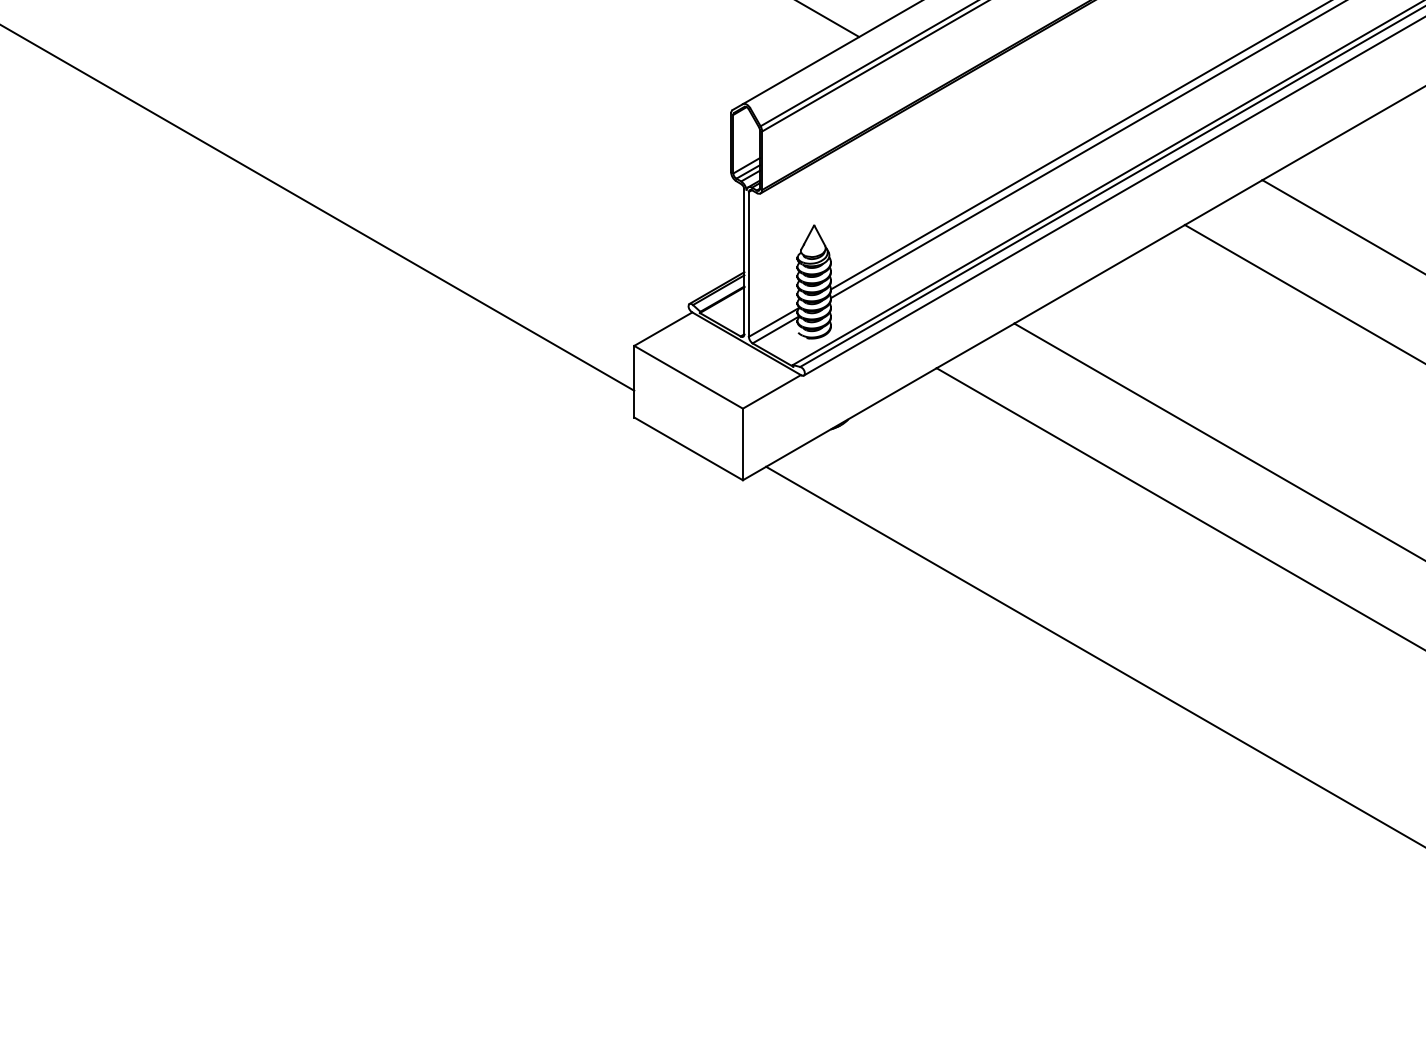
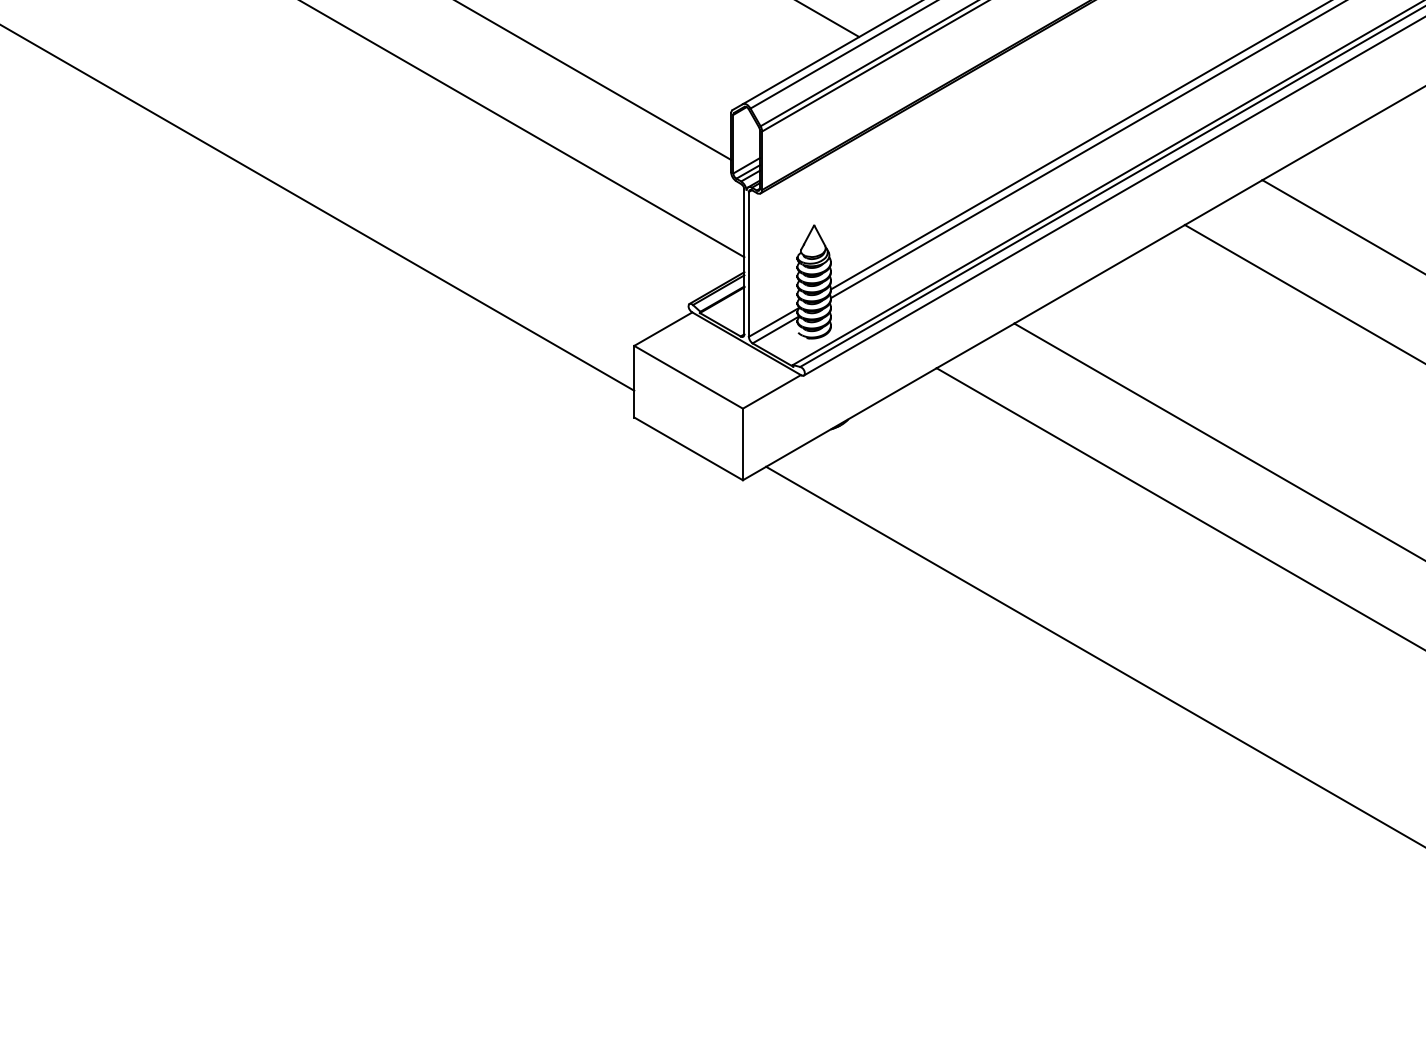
line at (842, 55): none -> present
line at (594, 80): none -> present
line at (523, 129): none -> present
